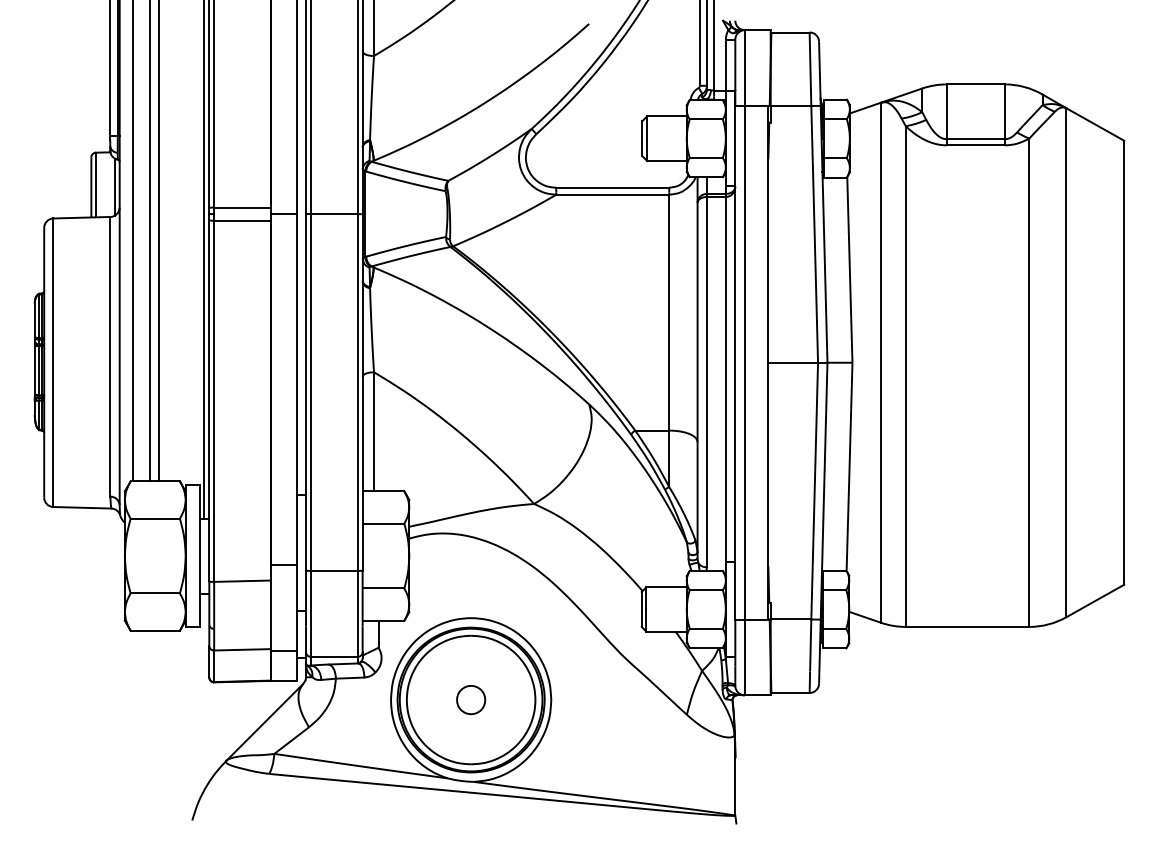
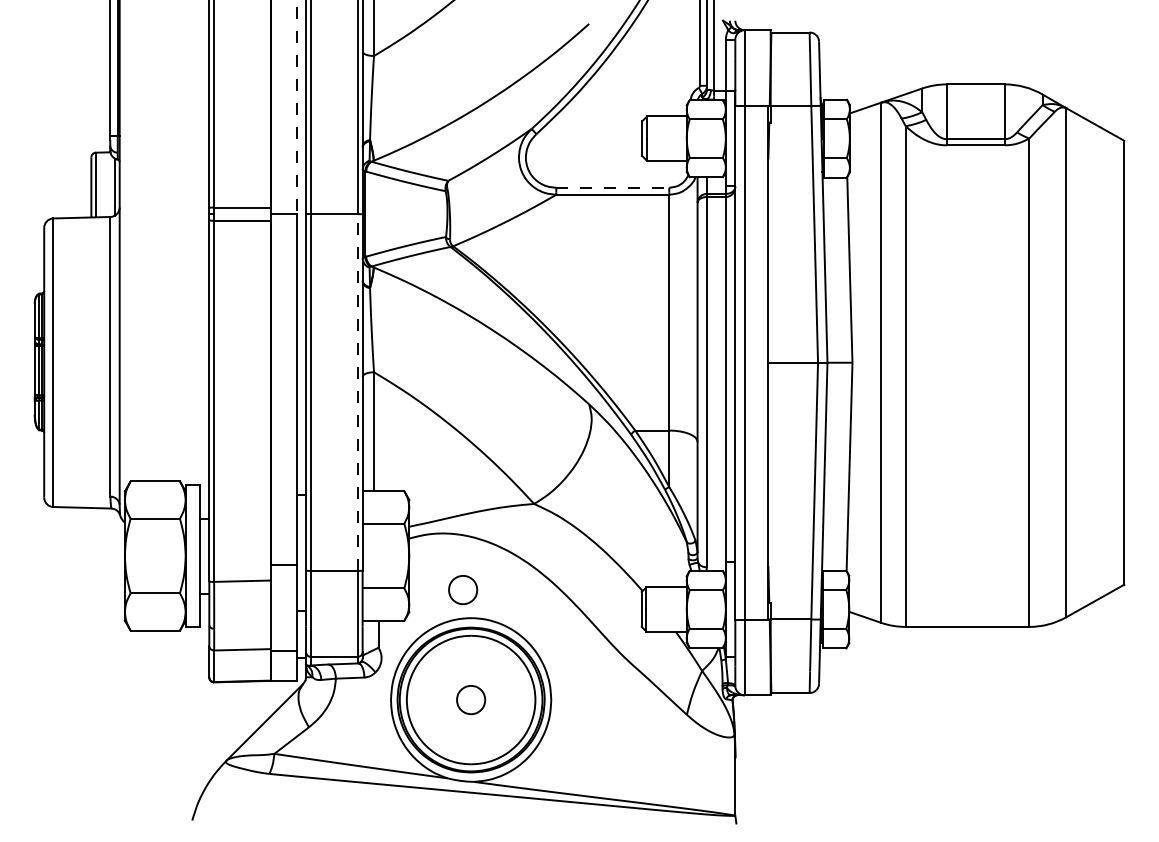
line at (296, 107): solid -> dashed
line at (613, 187): solid -> dashed
line at (133, 241): present -> none
line at (150, 241): present -> none
line at (158, 241): present -> none
line at (204, 260): present -> none
line at (357, 392): solid -> dashed
part at (463, 590): none -> present
